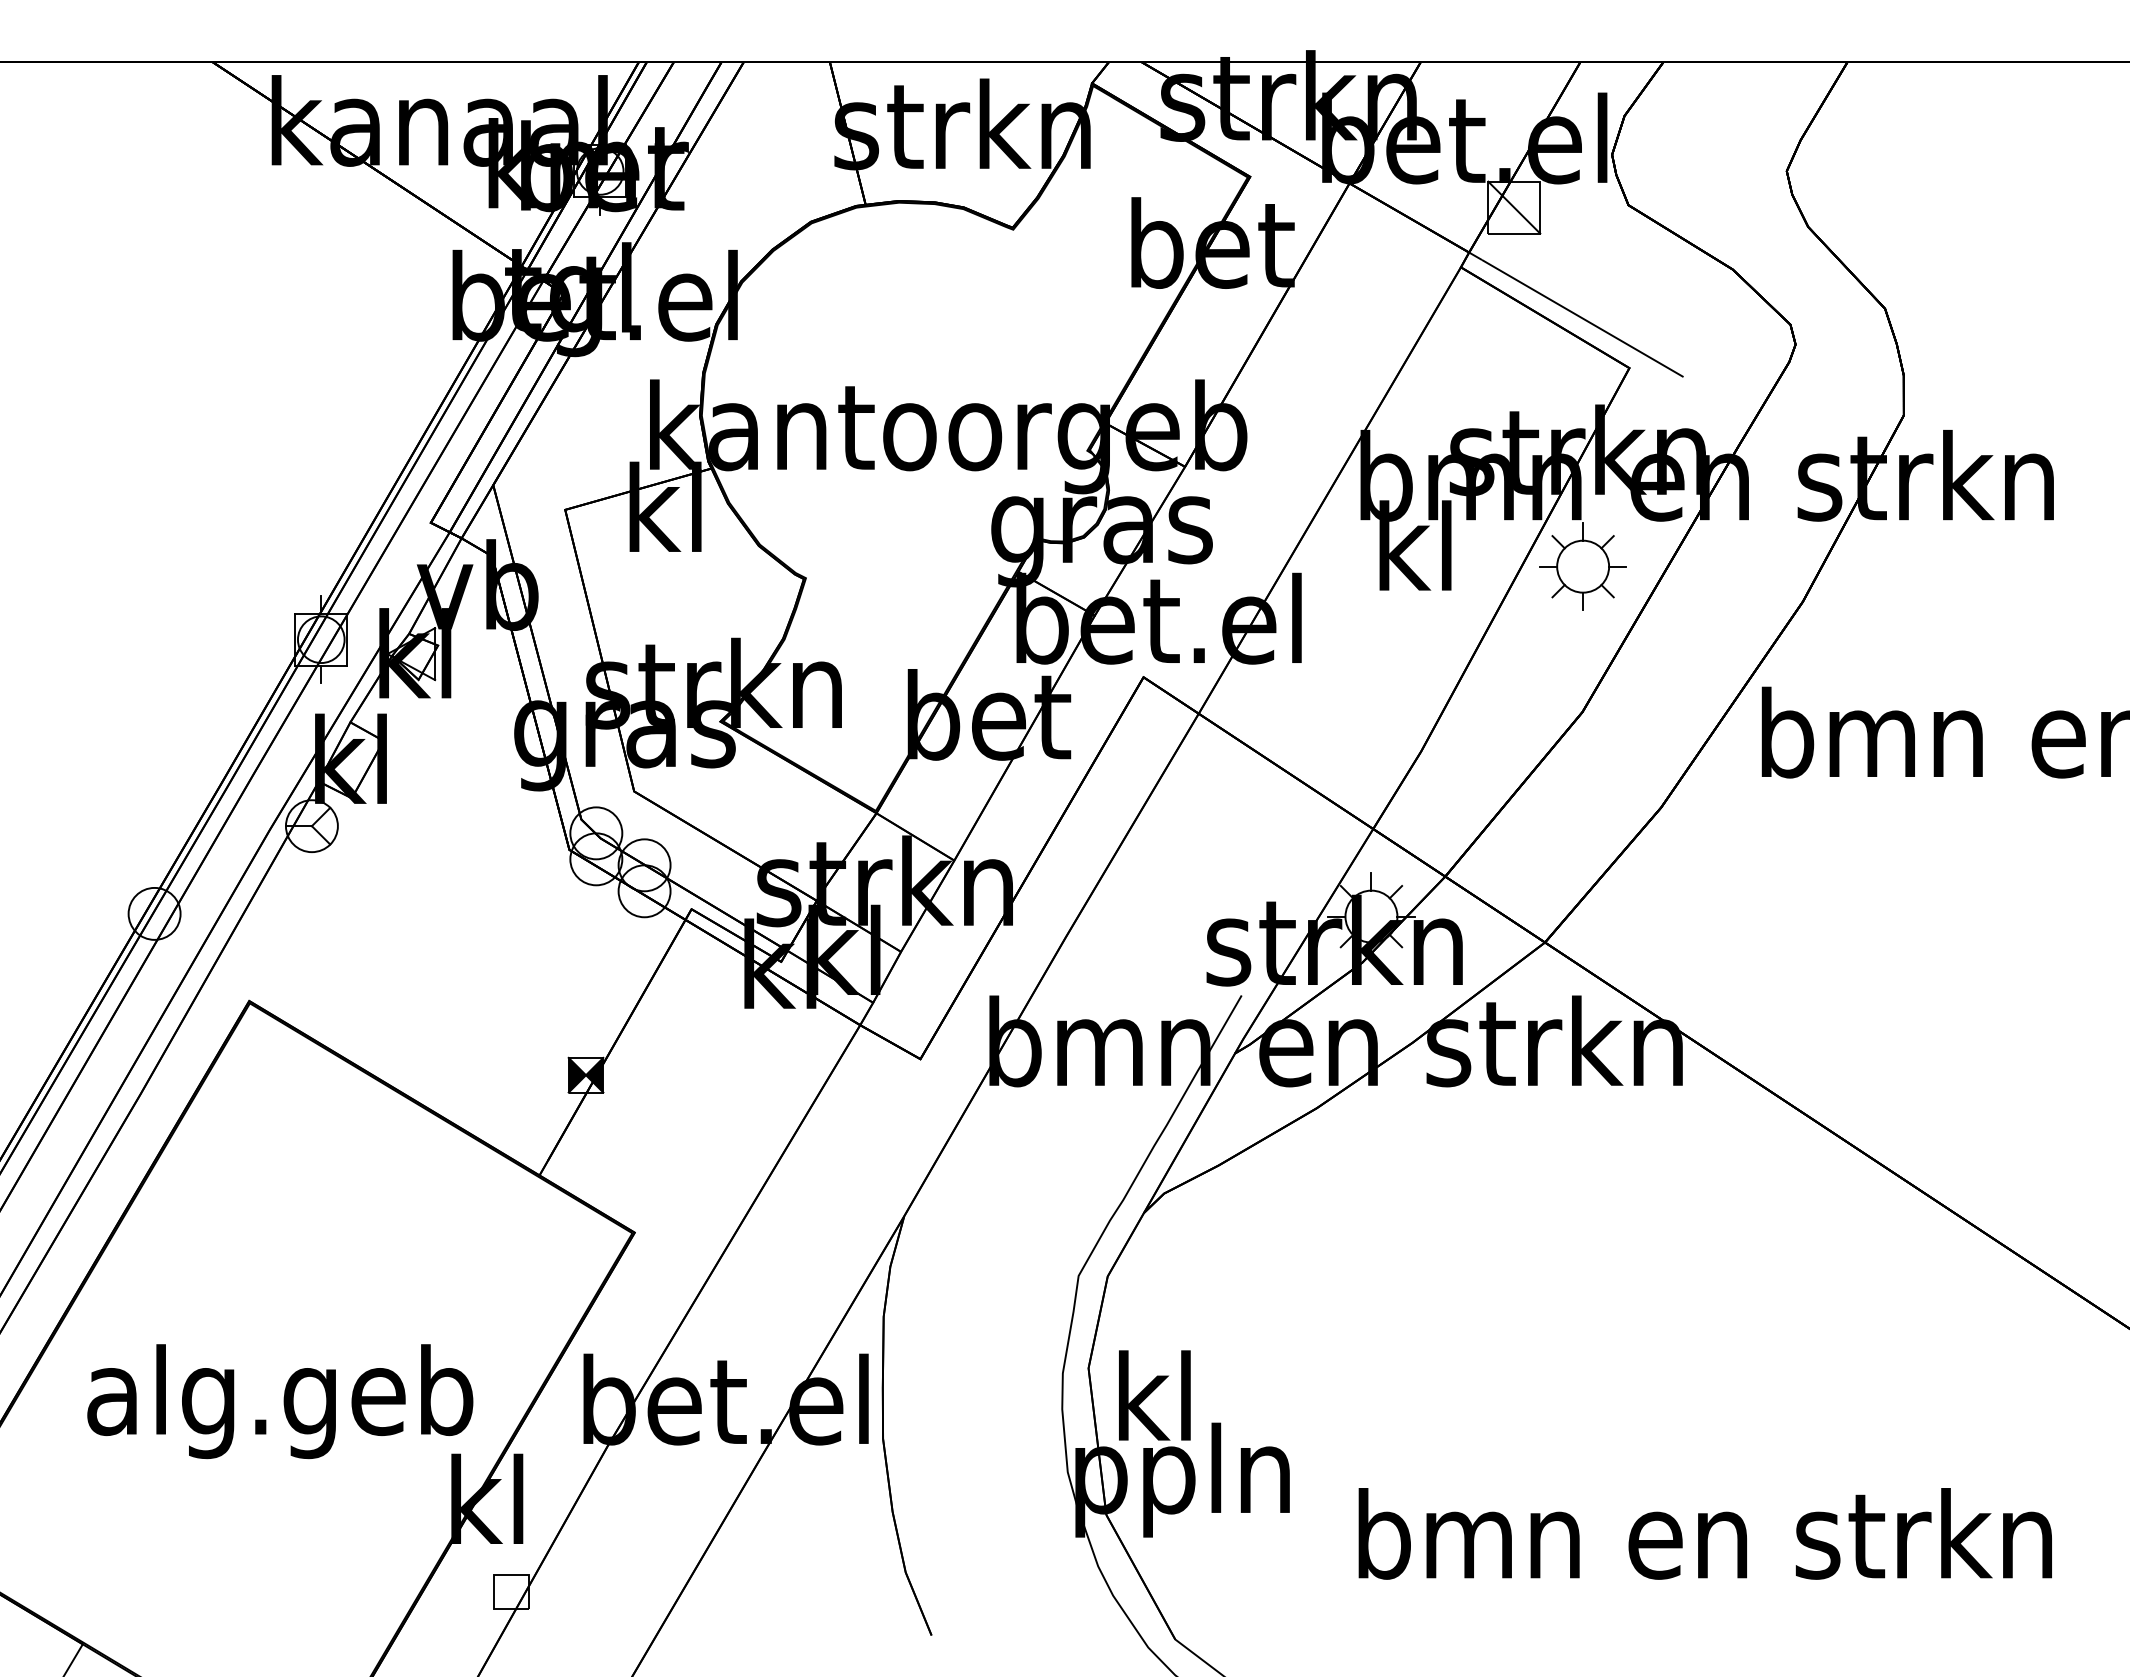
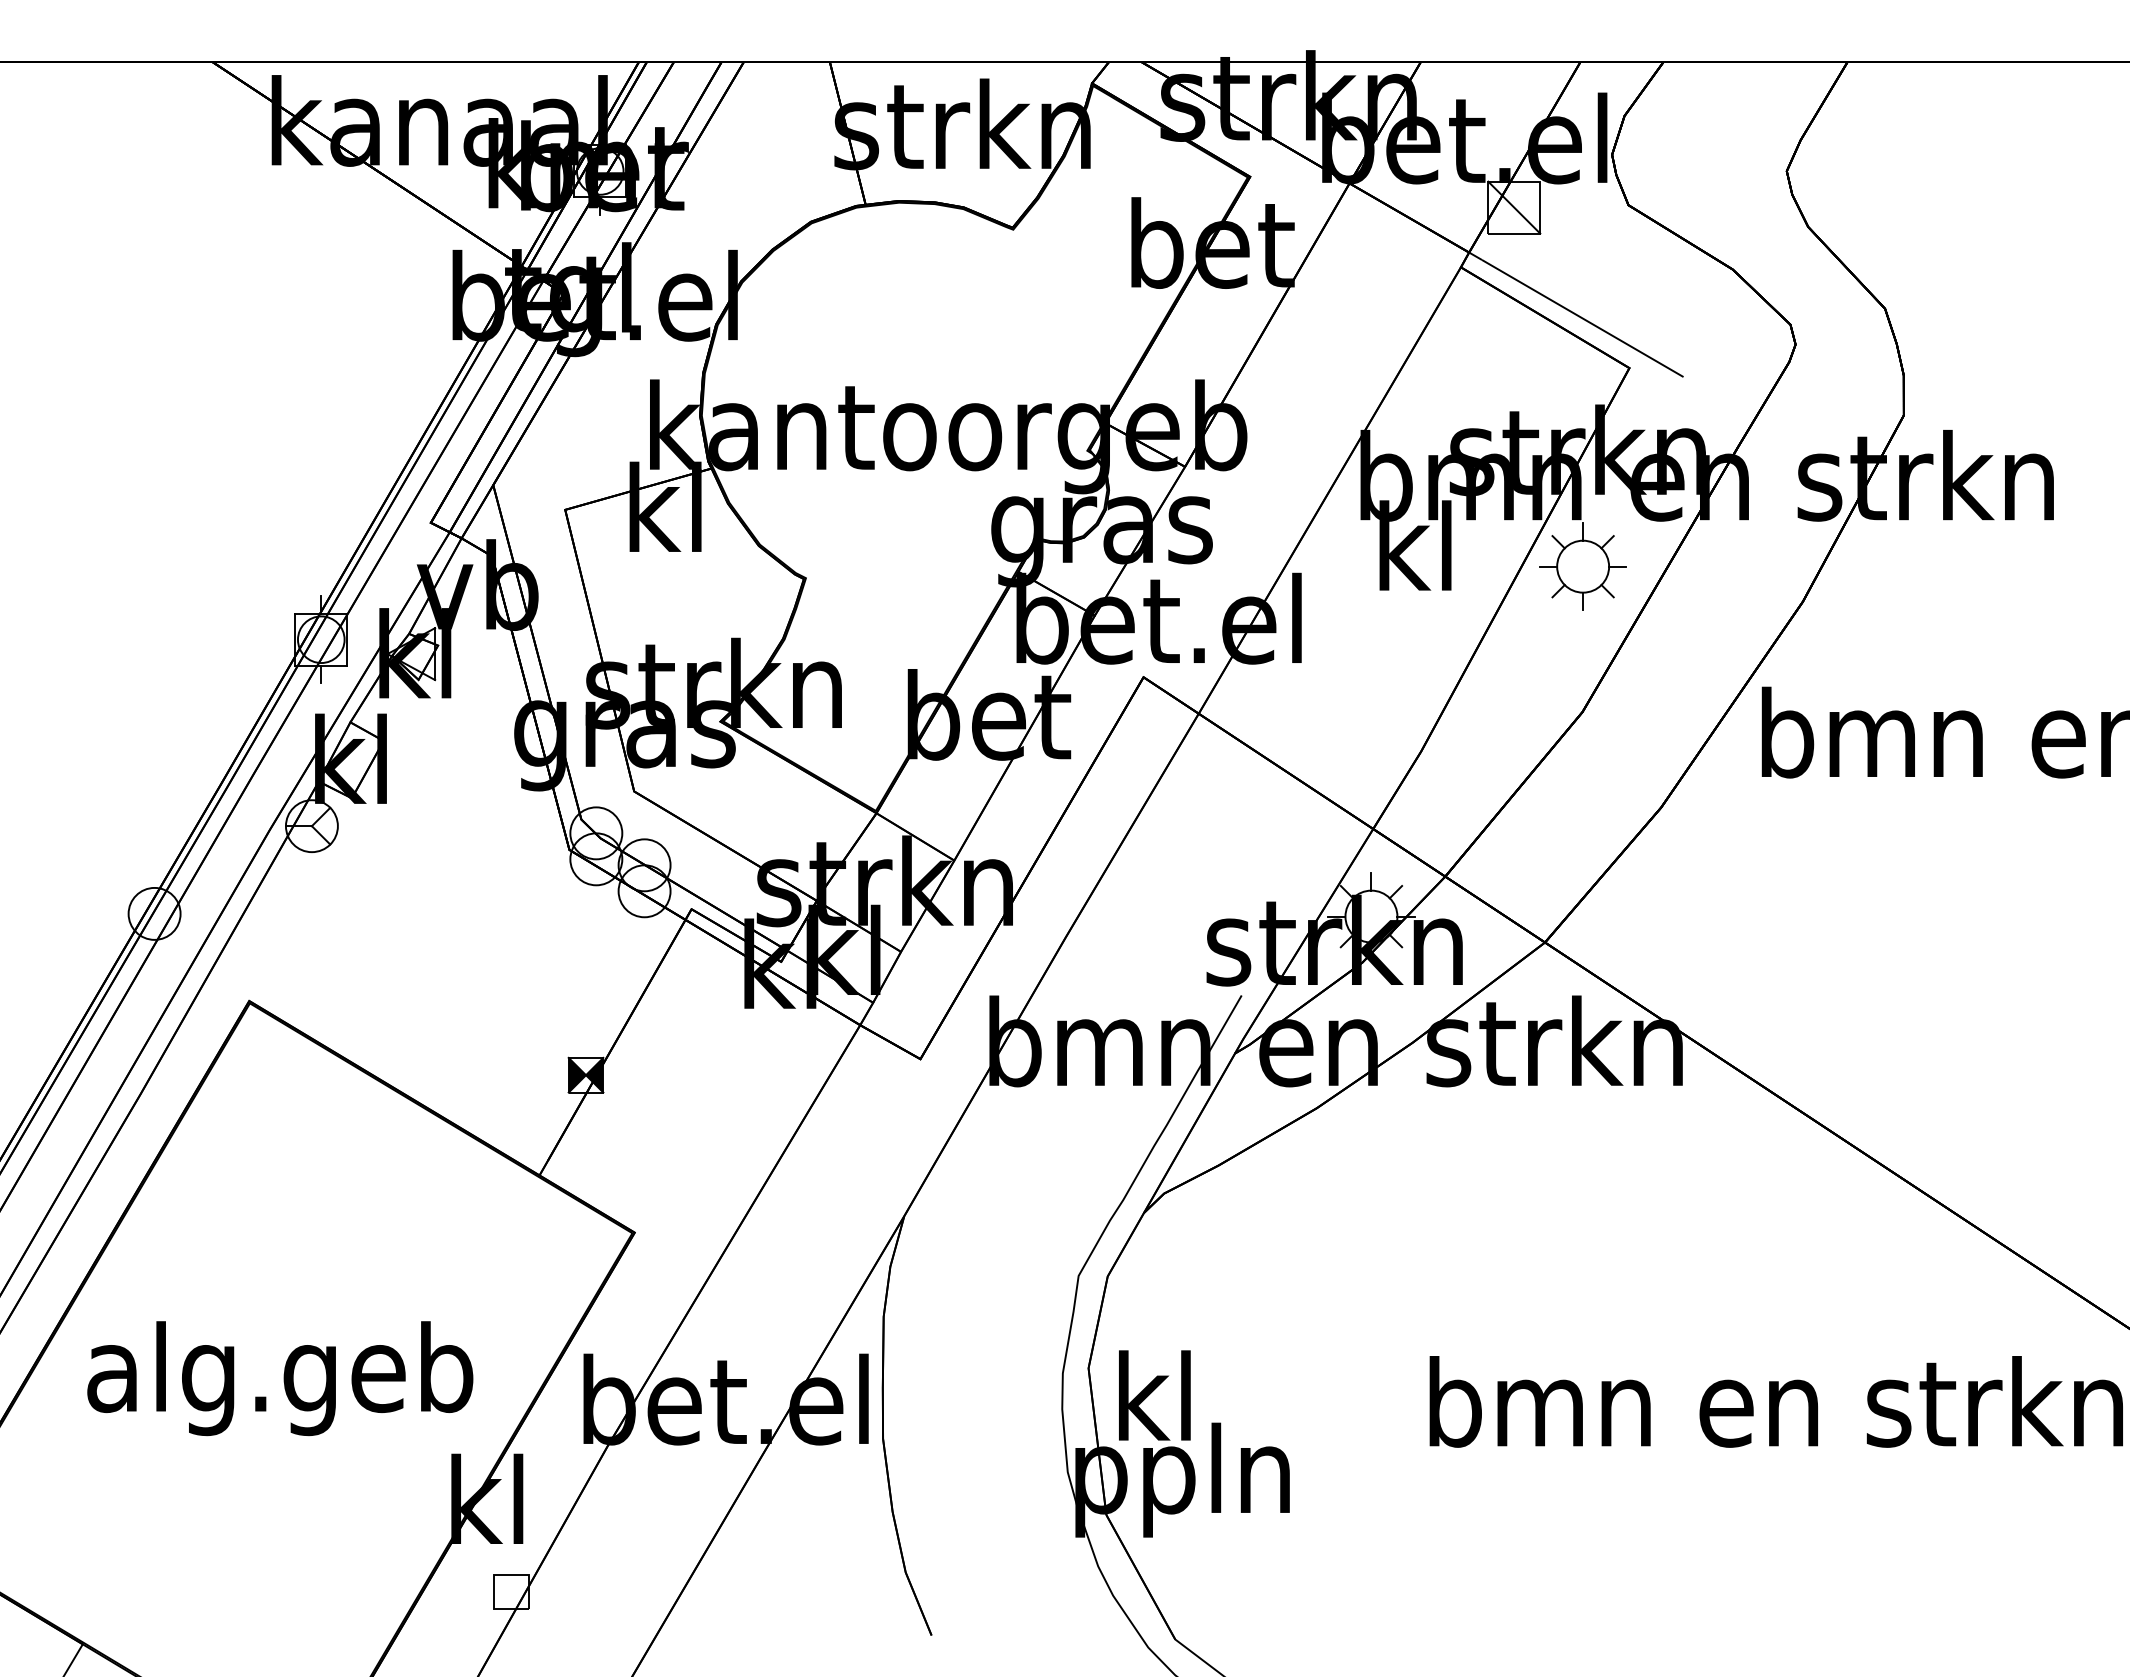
text at (280, 1401) position: (280, 1401) -> (280, 1378)
text at (1704, 1533) position: (1704, 1533) -> (1775, 1401)
